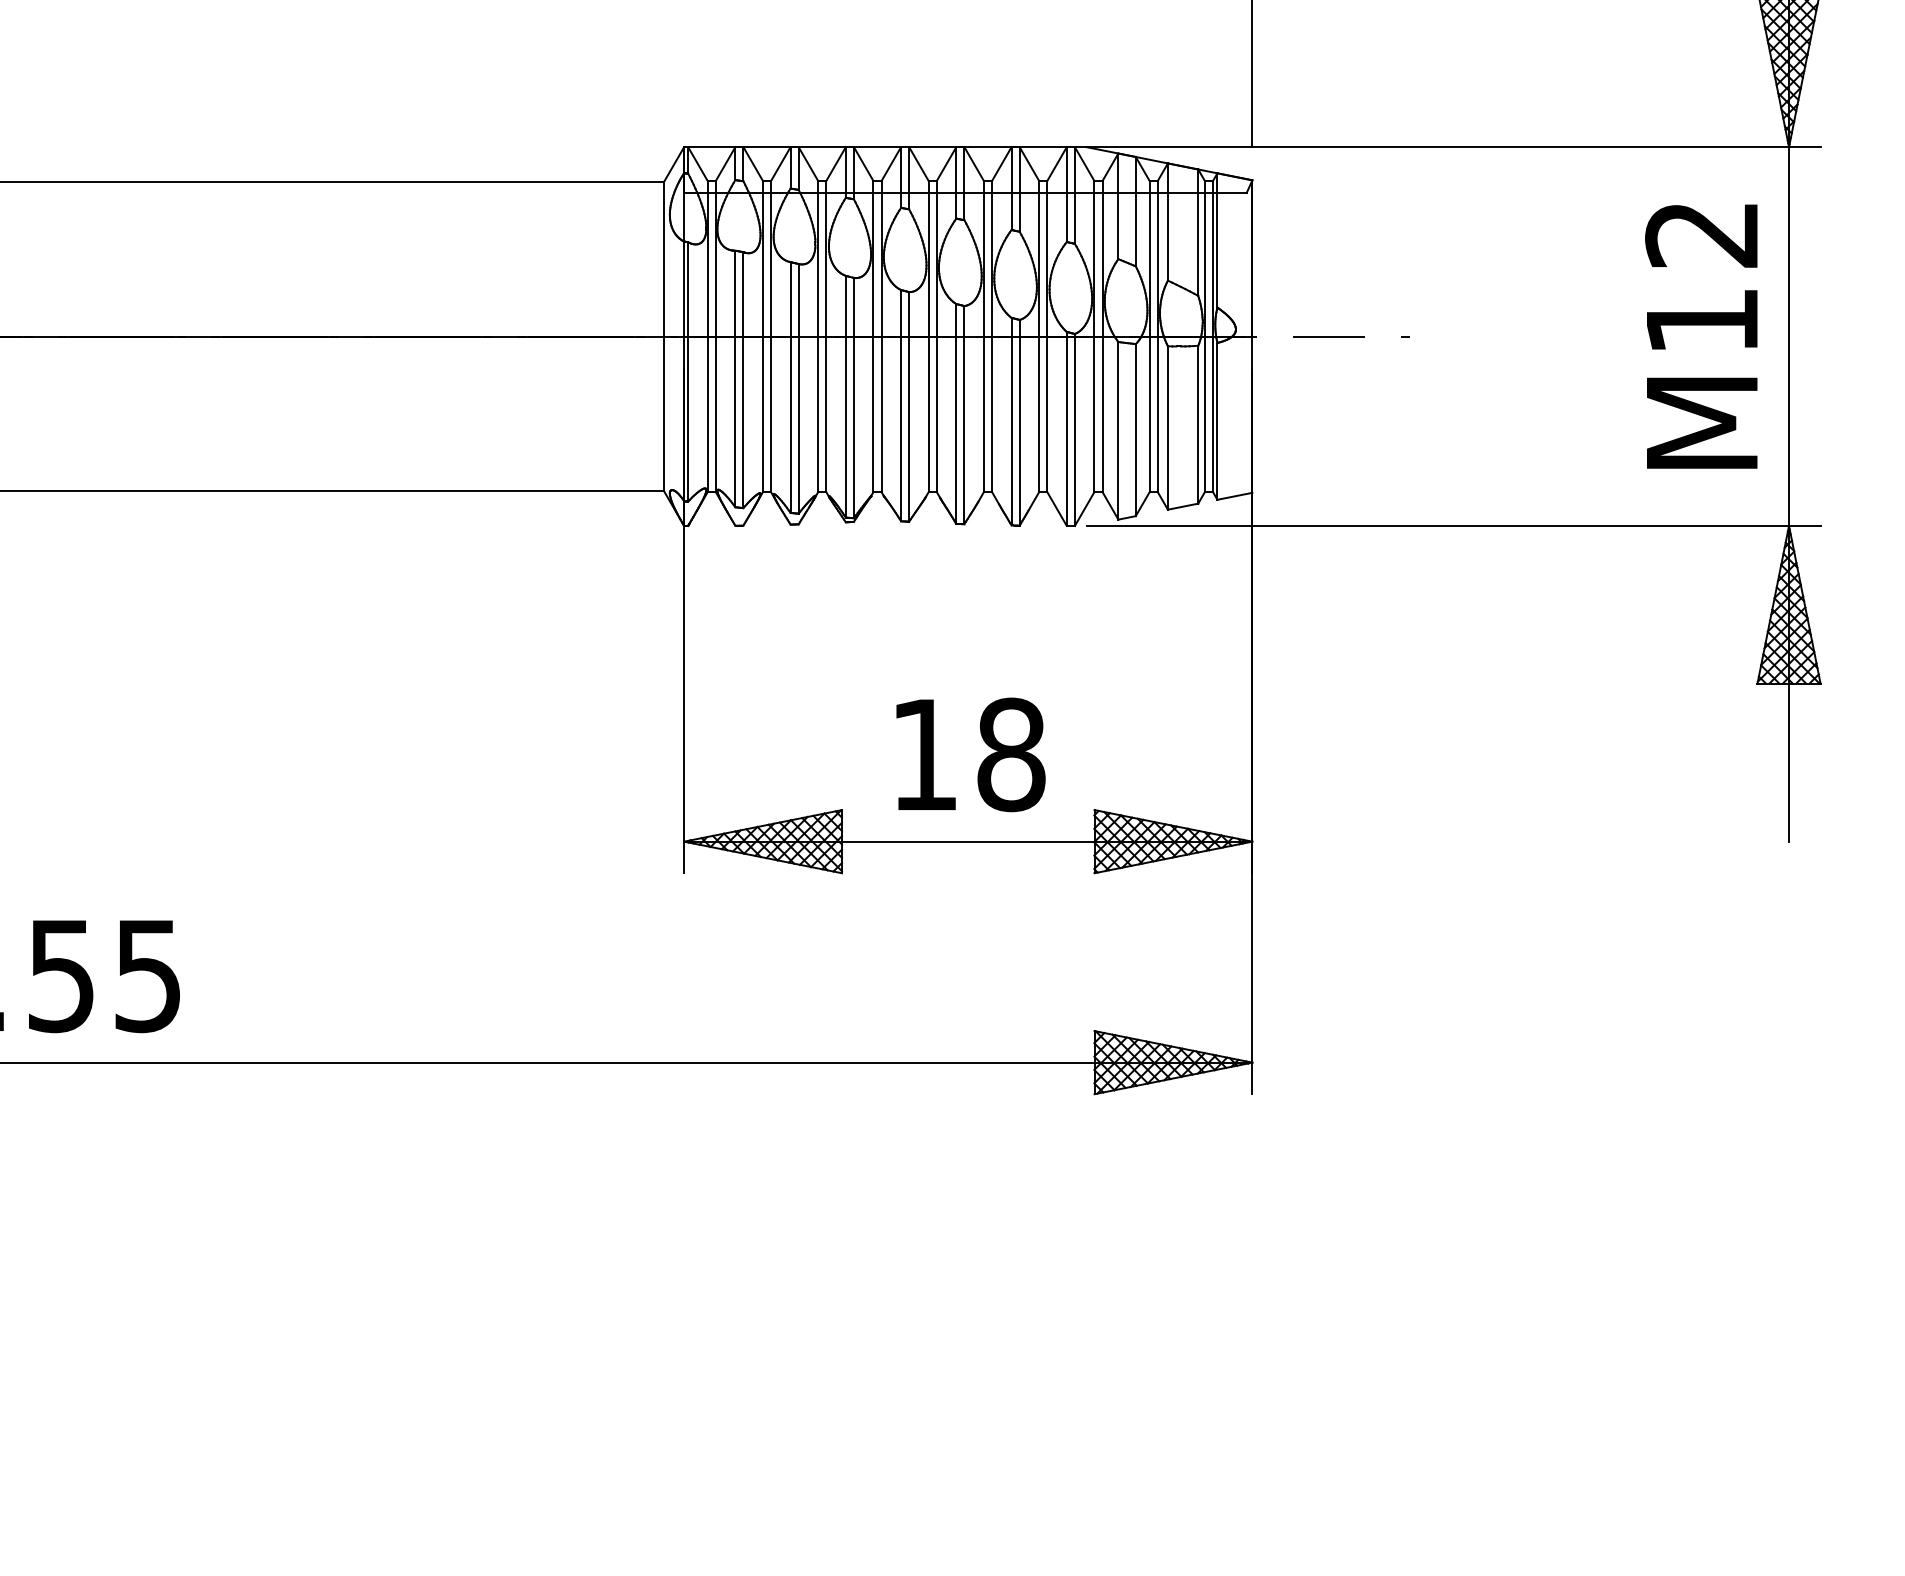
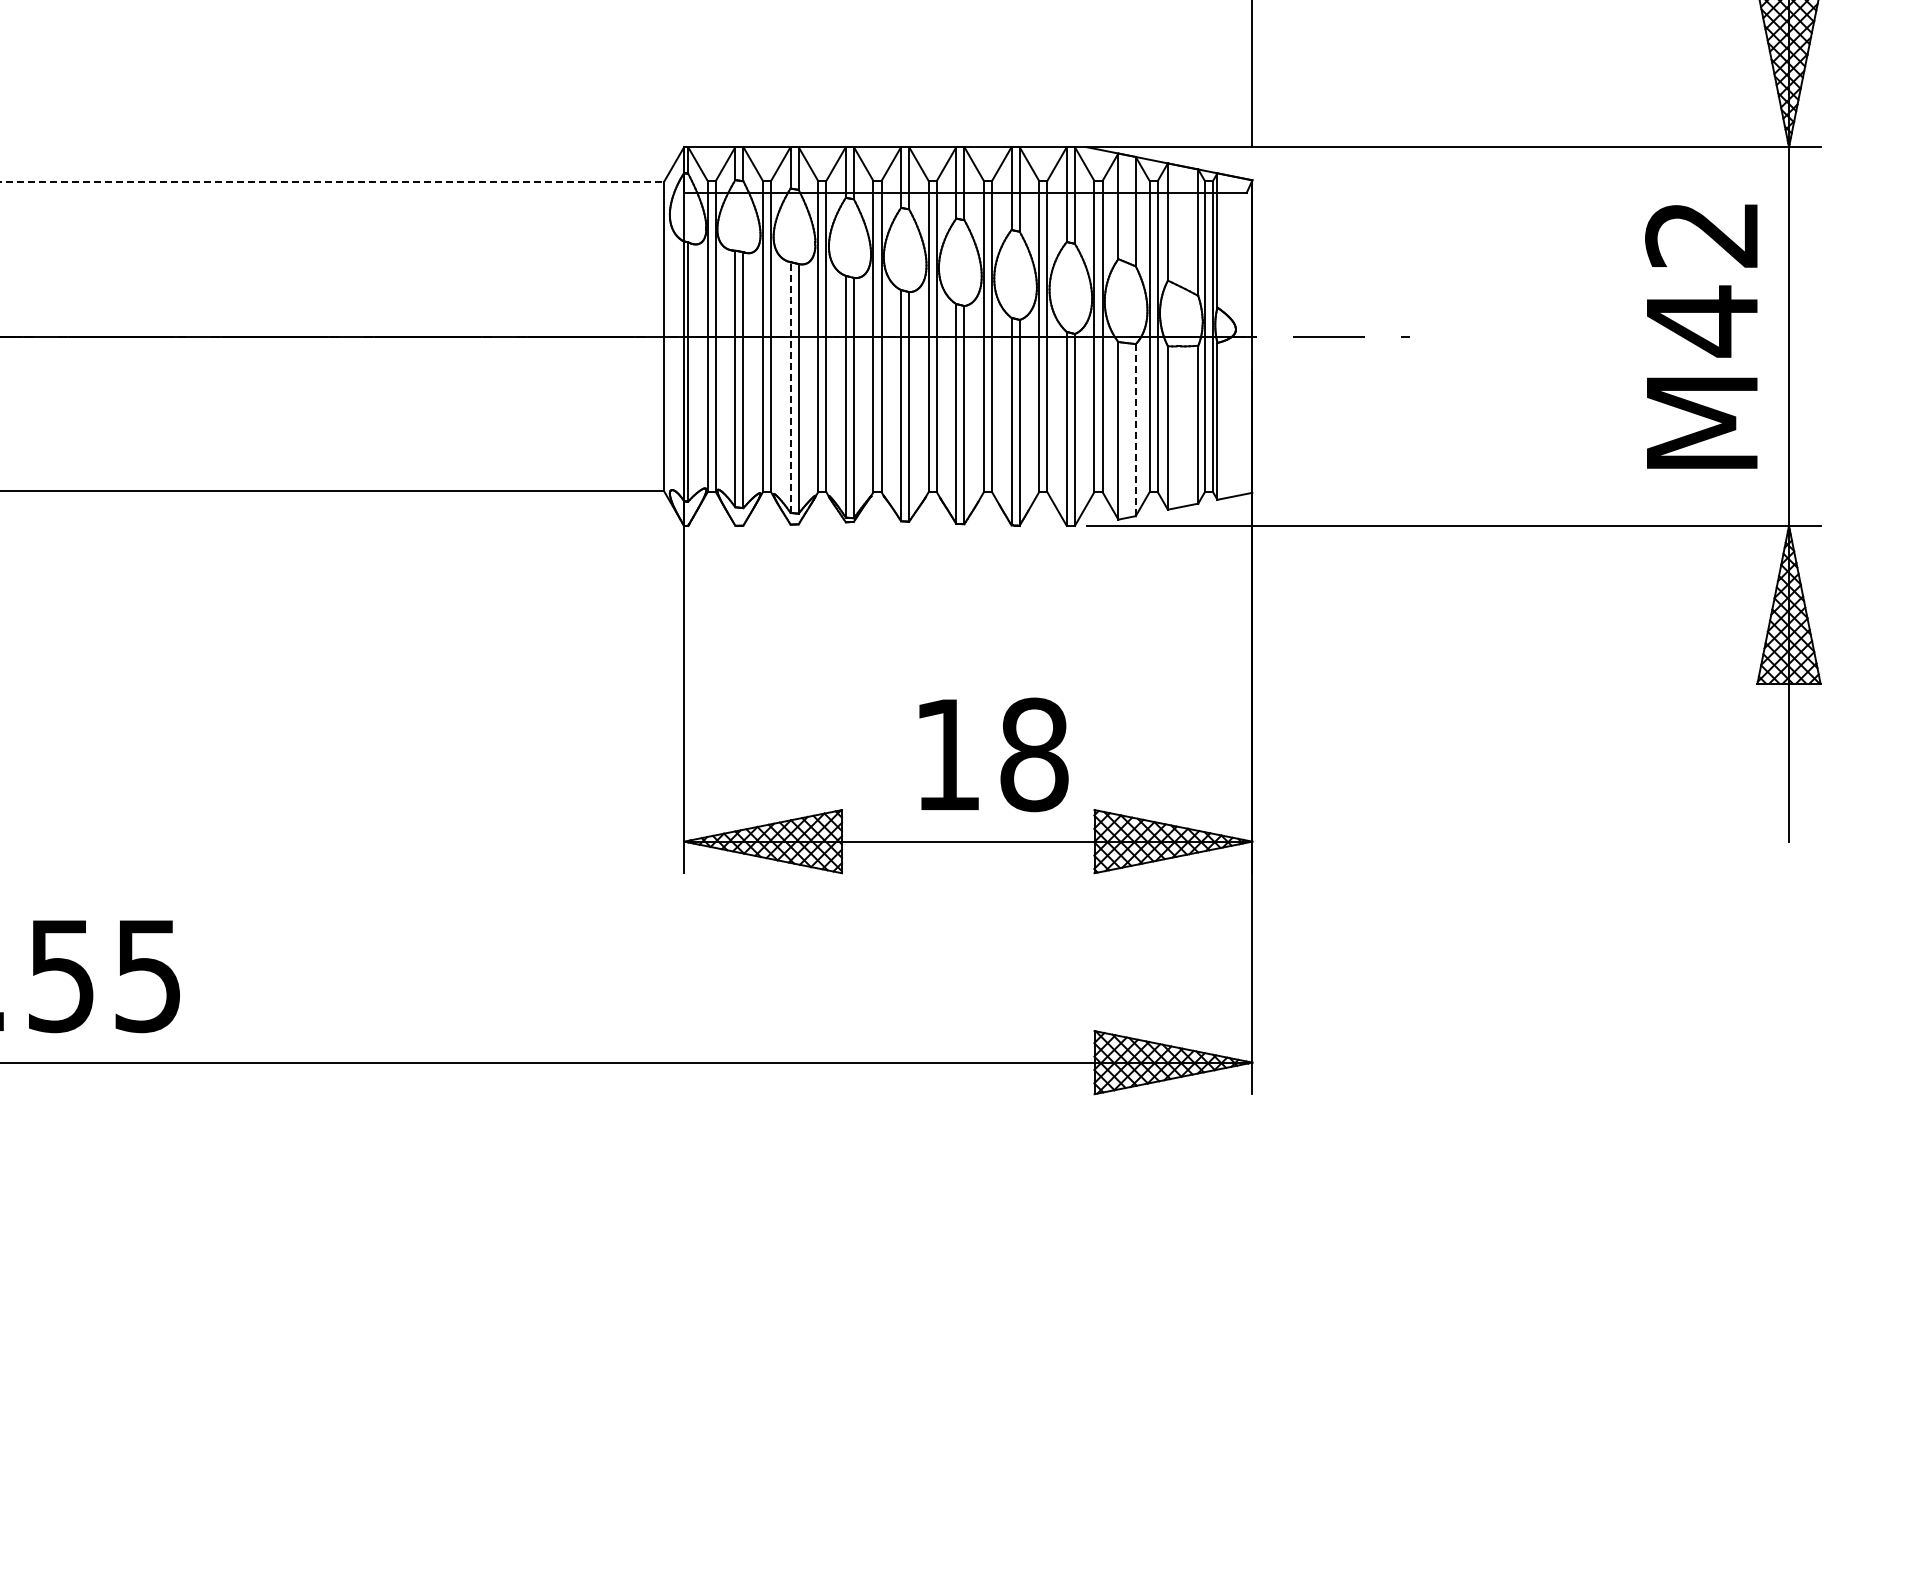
line at (332, 181): solid -> dashed
text at (1702, 321): M12 -> M42
line at (790, 387): solid -> dashed
line at (1135, 429): solid -> dashed
text at (970, 754) position: (970, 754) -> (993, 754)
